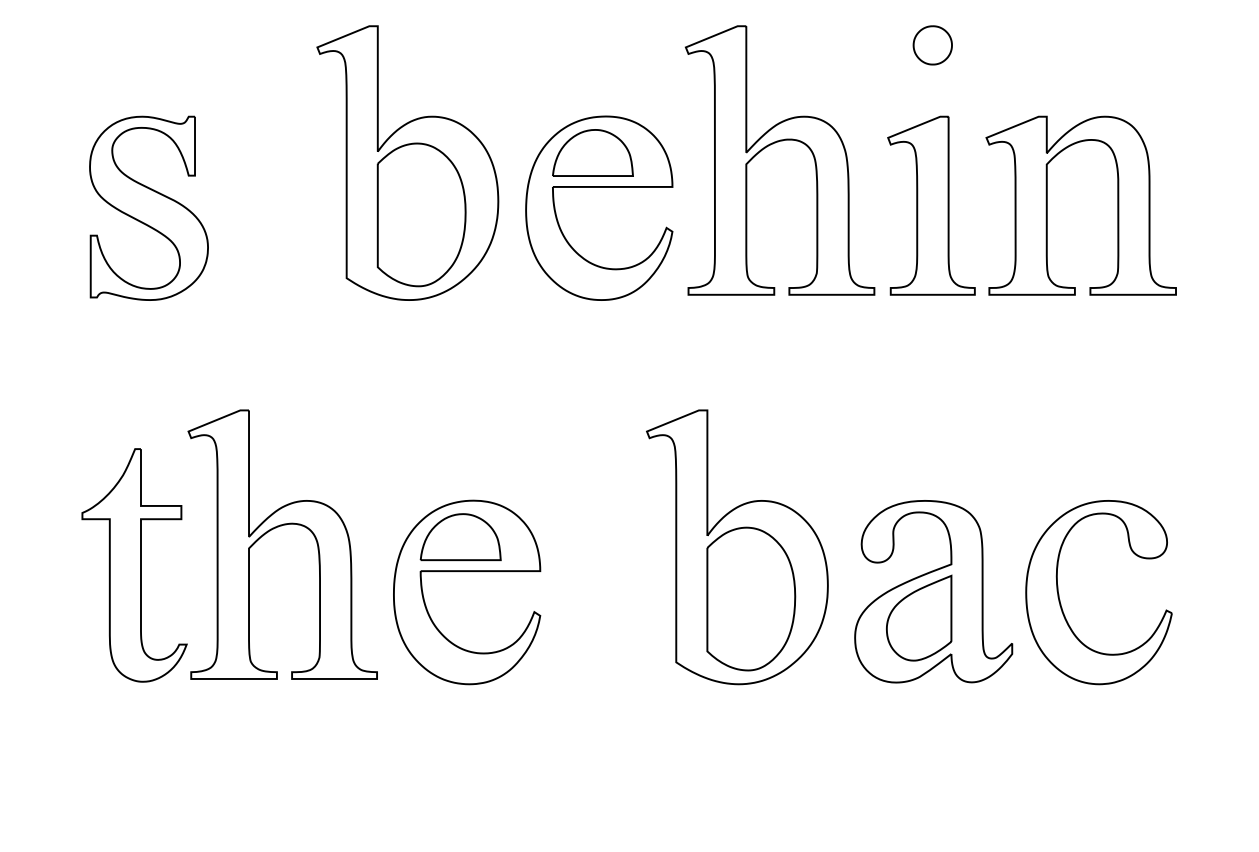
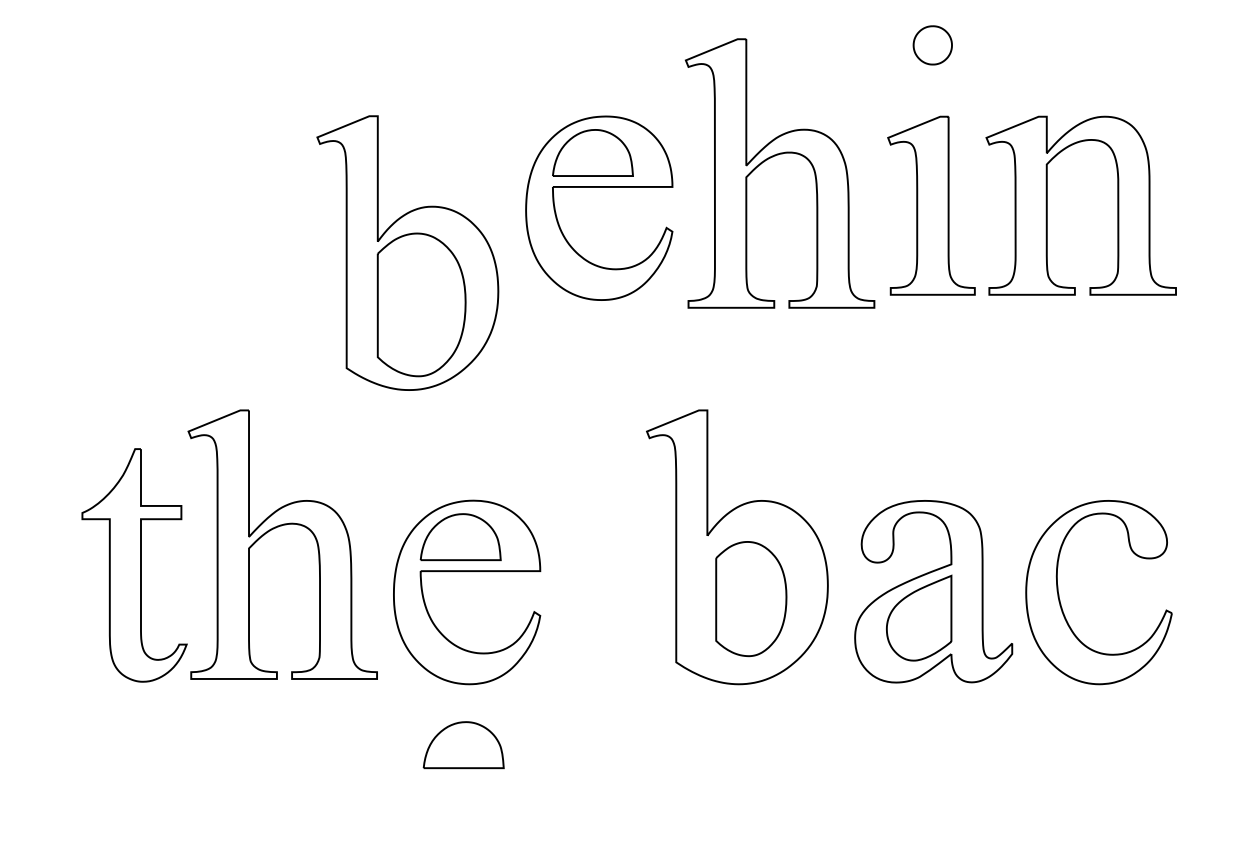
part at (773, 144) position: (773, 144) -> (773, 157)
part at (407, 162) position: (407, 162) -> (407, 252)
part at (148, 207): present -> none
part at (751, 598) size: 91x146 px -> 73x117 px
part at (463, 745): none -> present
